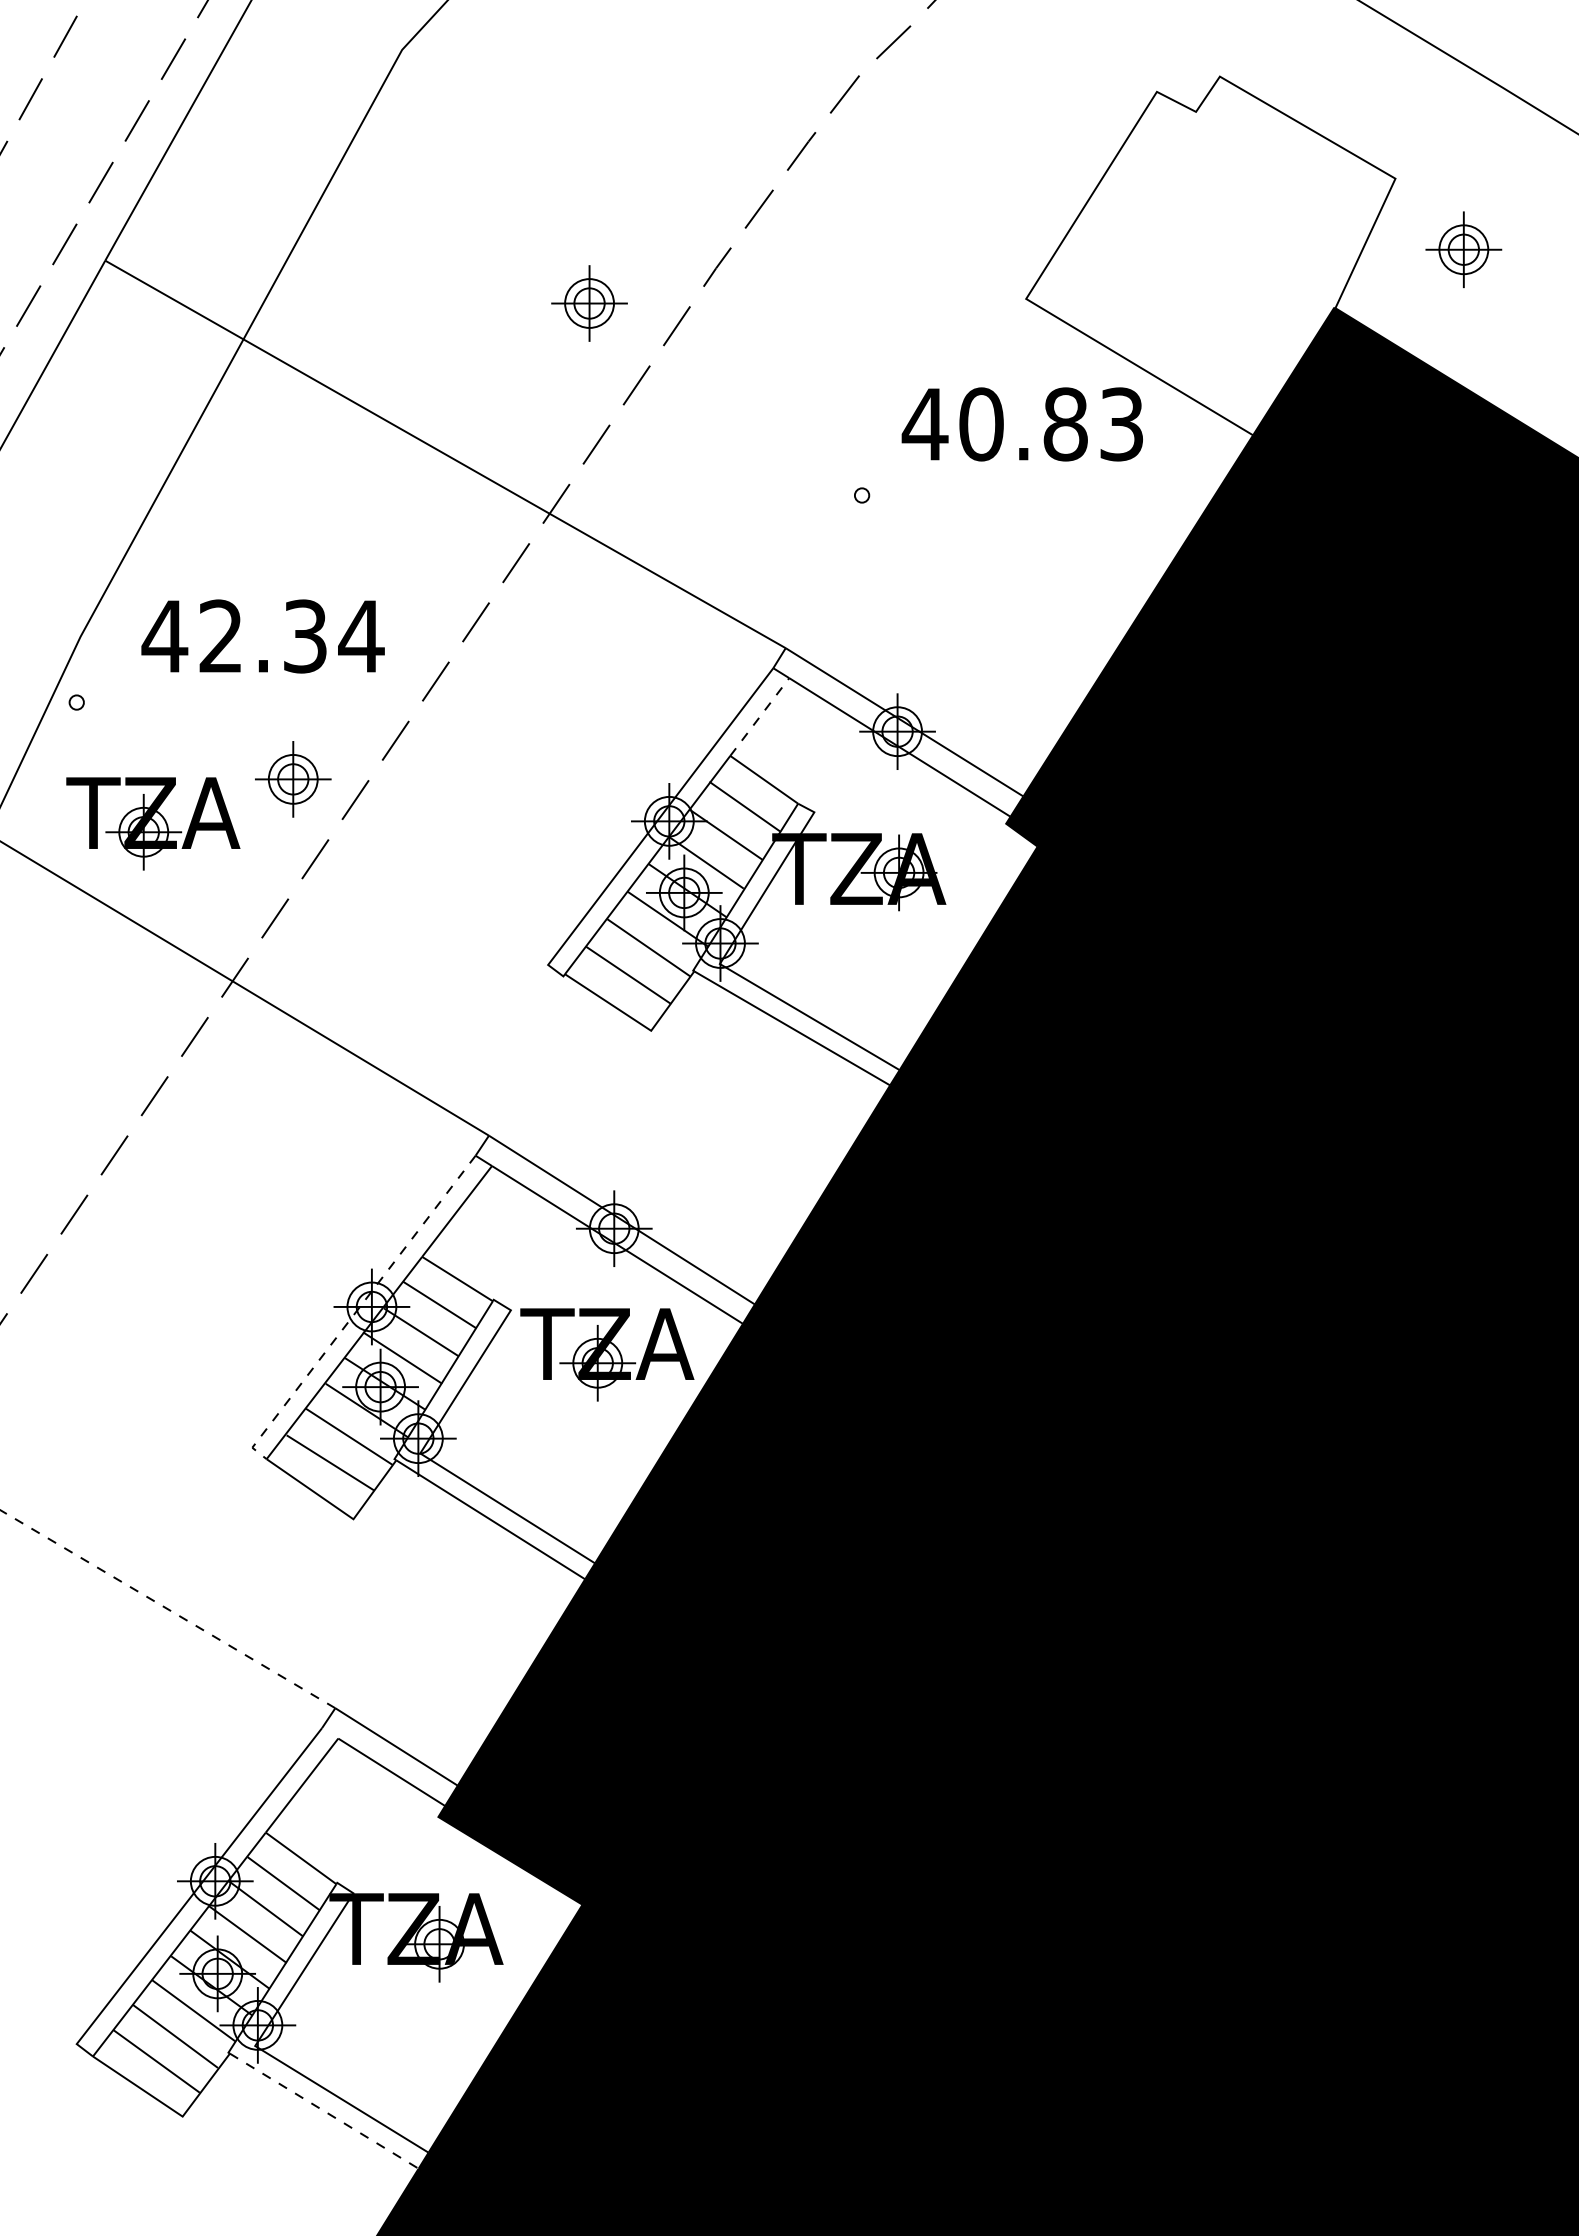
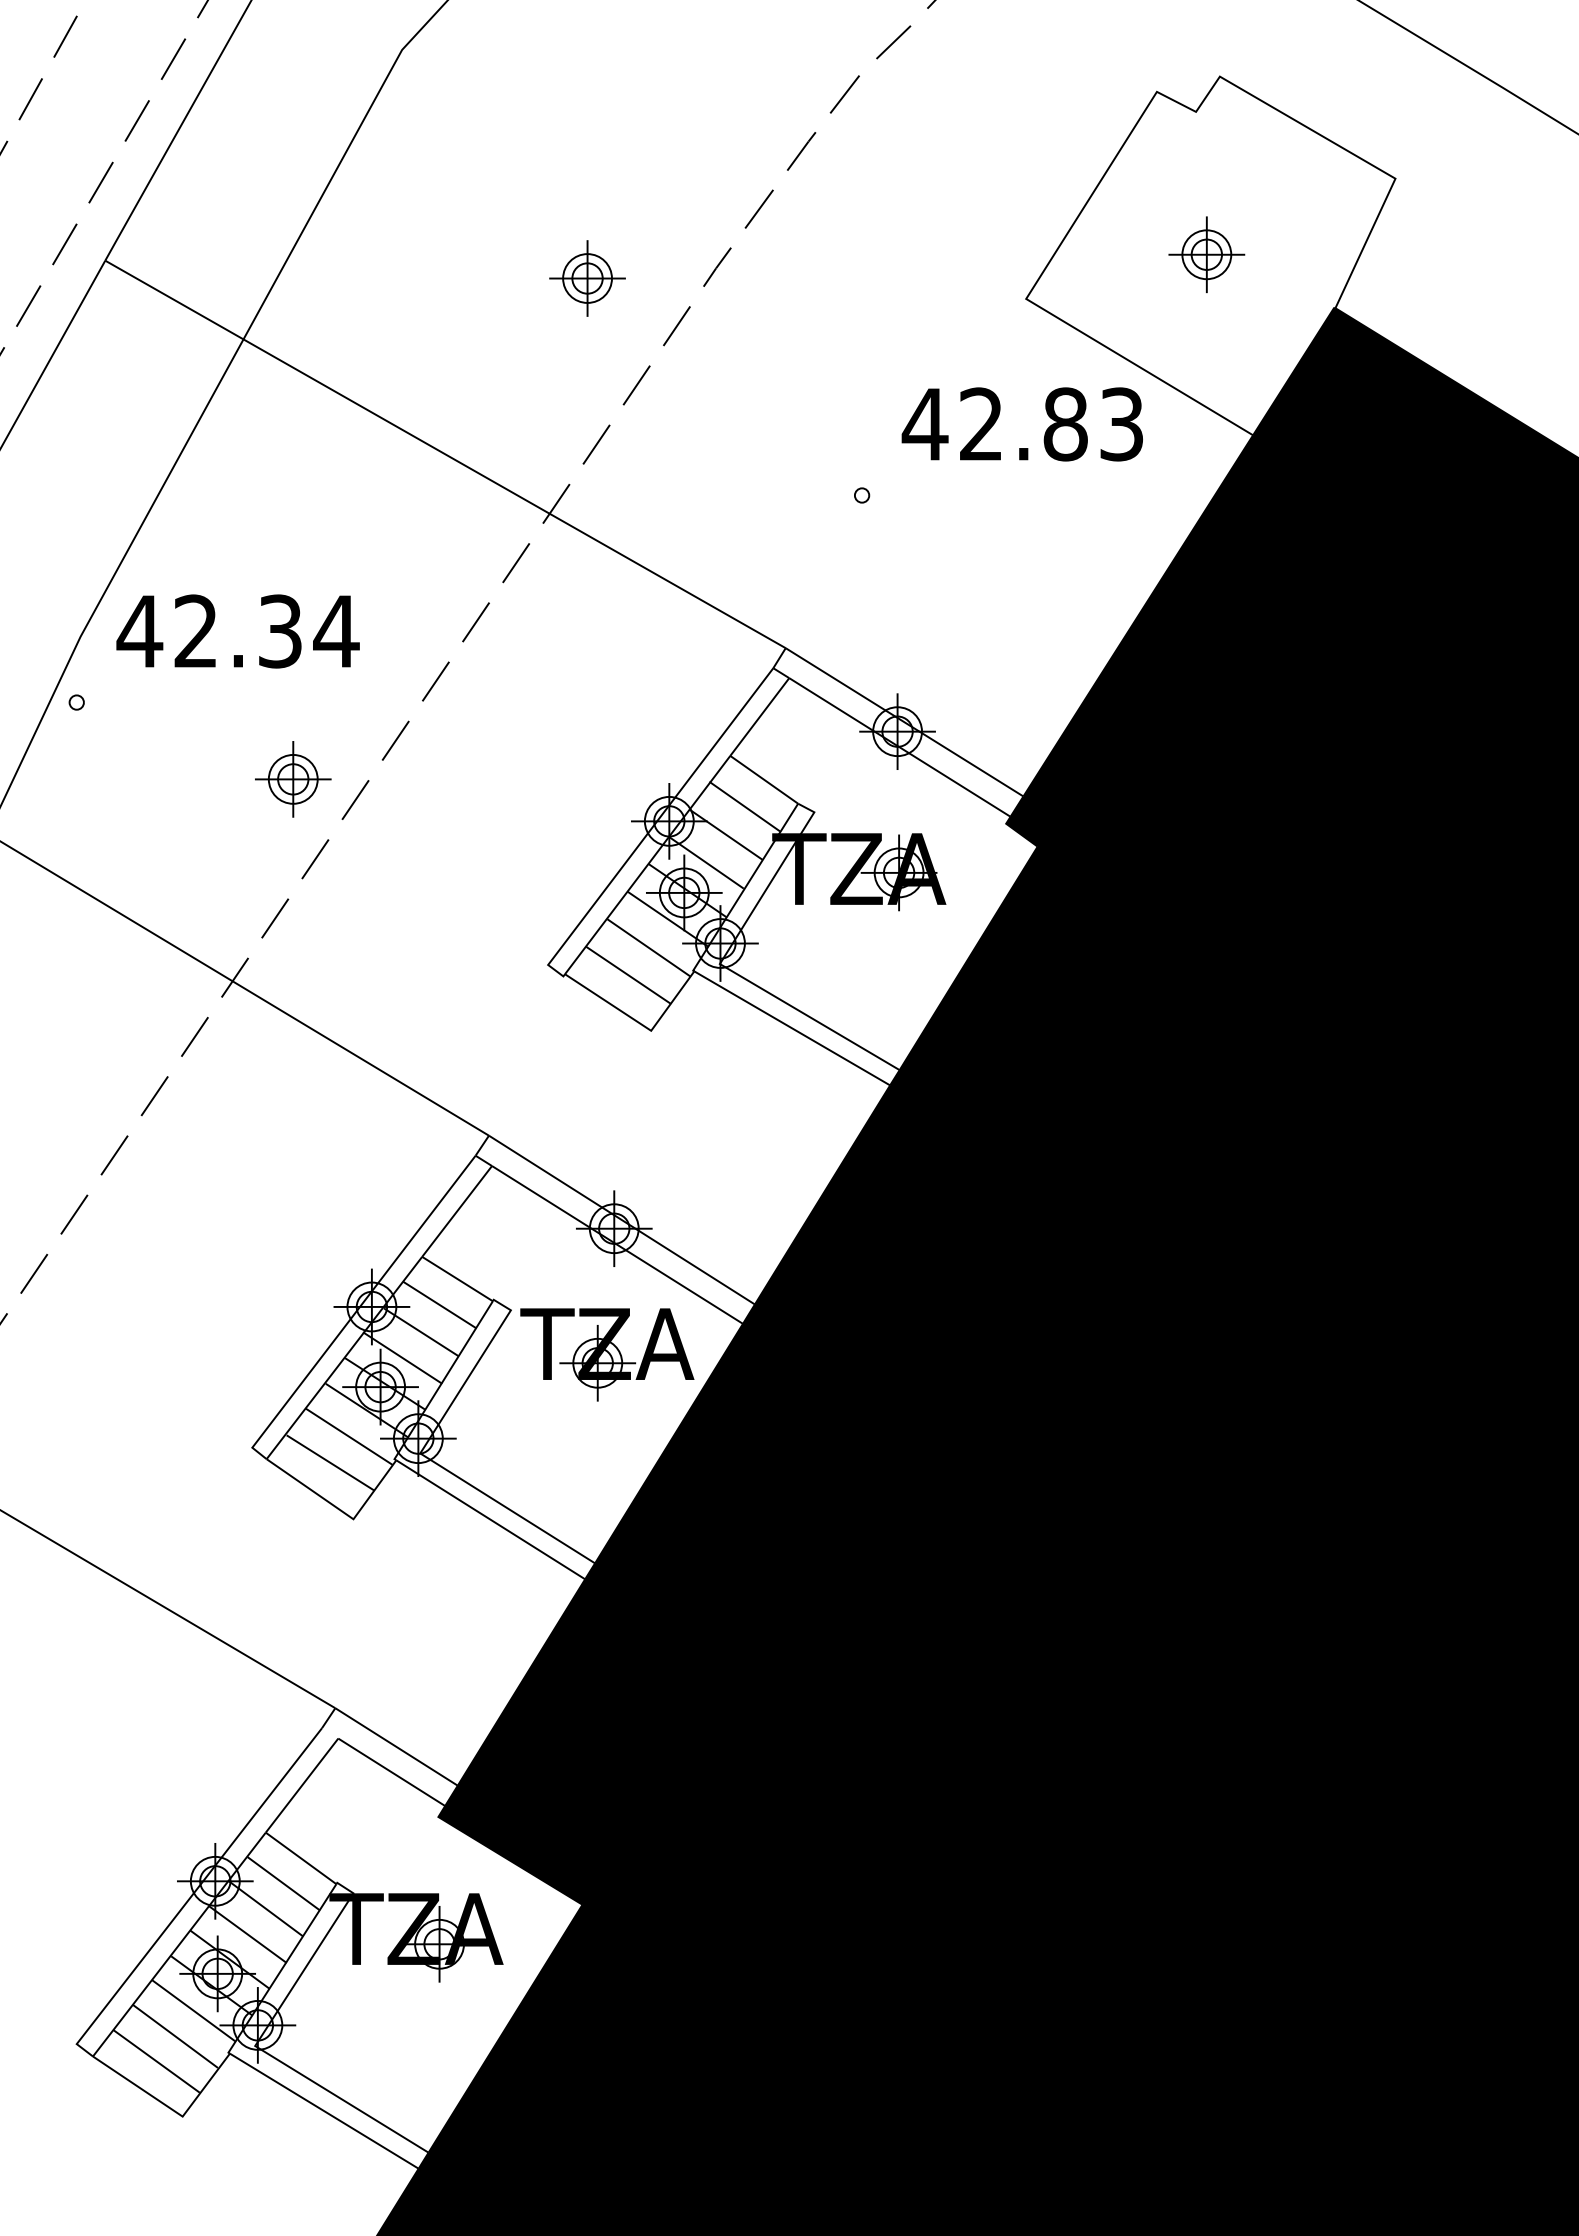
part at (1463, 249) position: (1463, 249) -> (1206, 254)
part at (589, 303) position: (589, 303) -> (587, 278)
text at (981, 424): 40.83 -> 42.83
text at (262, 636) position: (262, 636) -> (237, 631)
line at (759, 717): dashed -> solid
part at (153, 823): present -> none
line at (357, 1309): dashed -> solid
line at (167, 1609): dashed -> solid
line at (324, 2111): dashed -> solid
